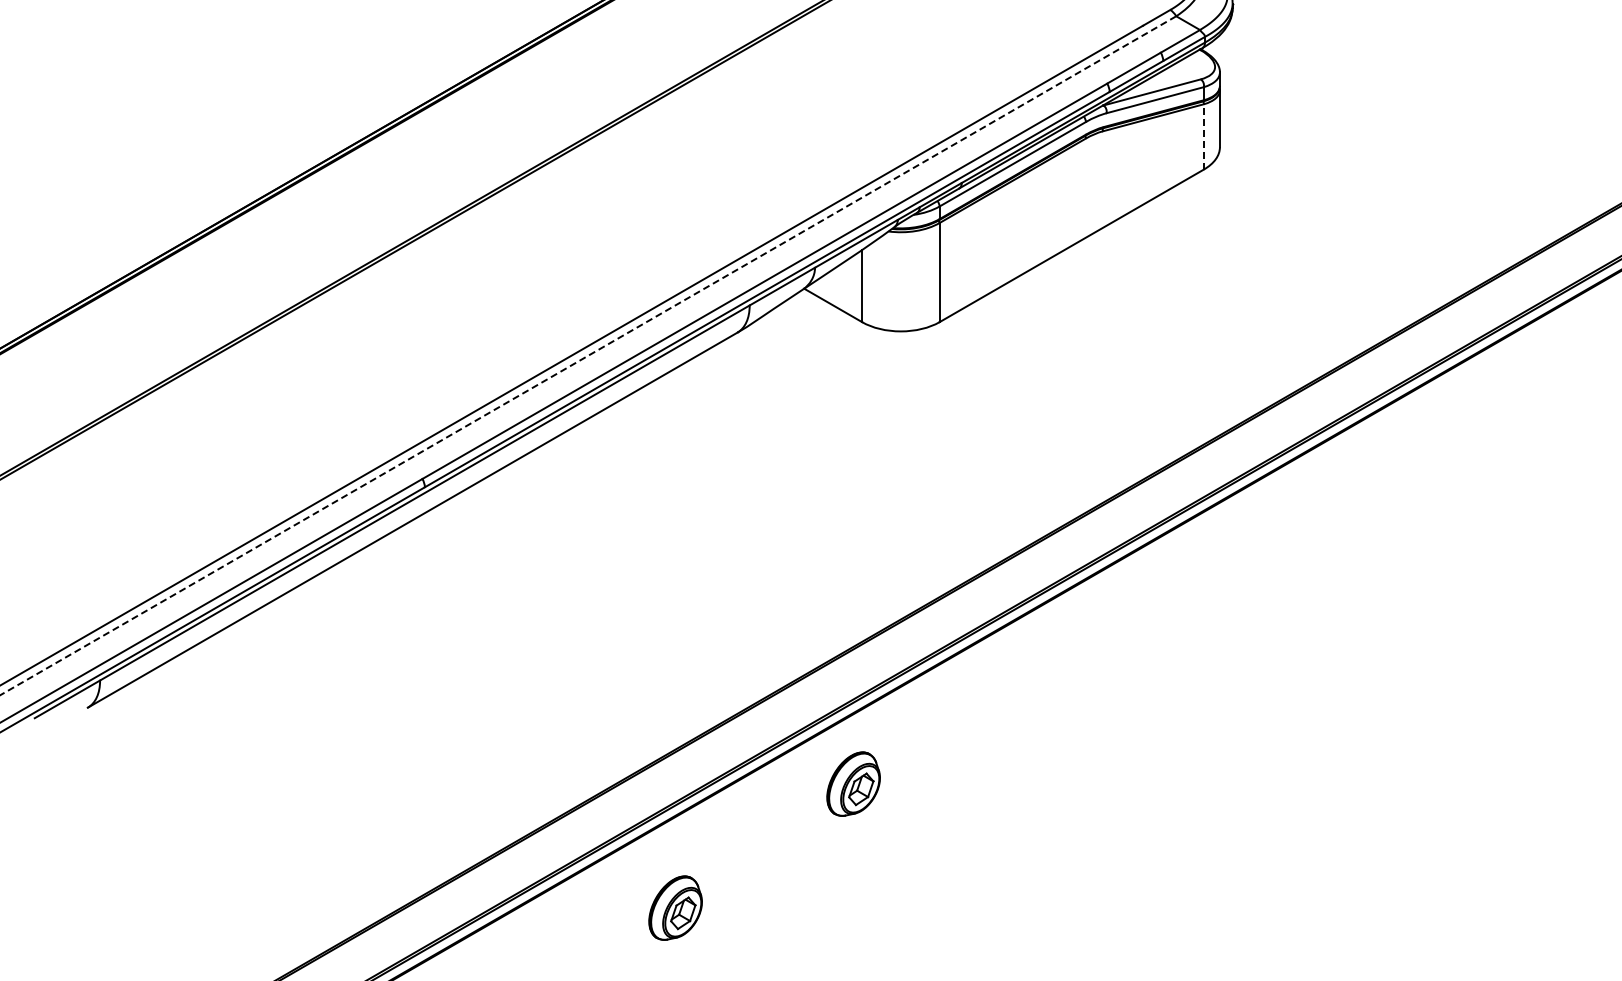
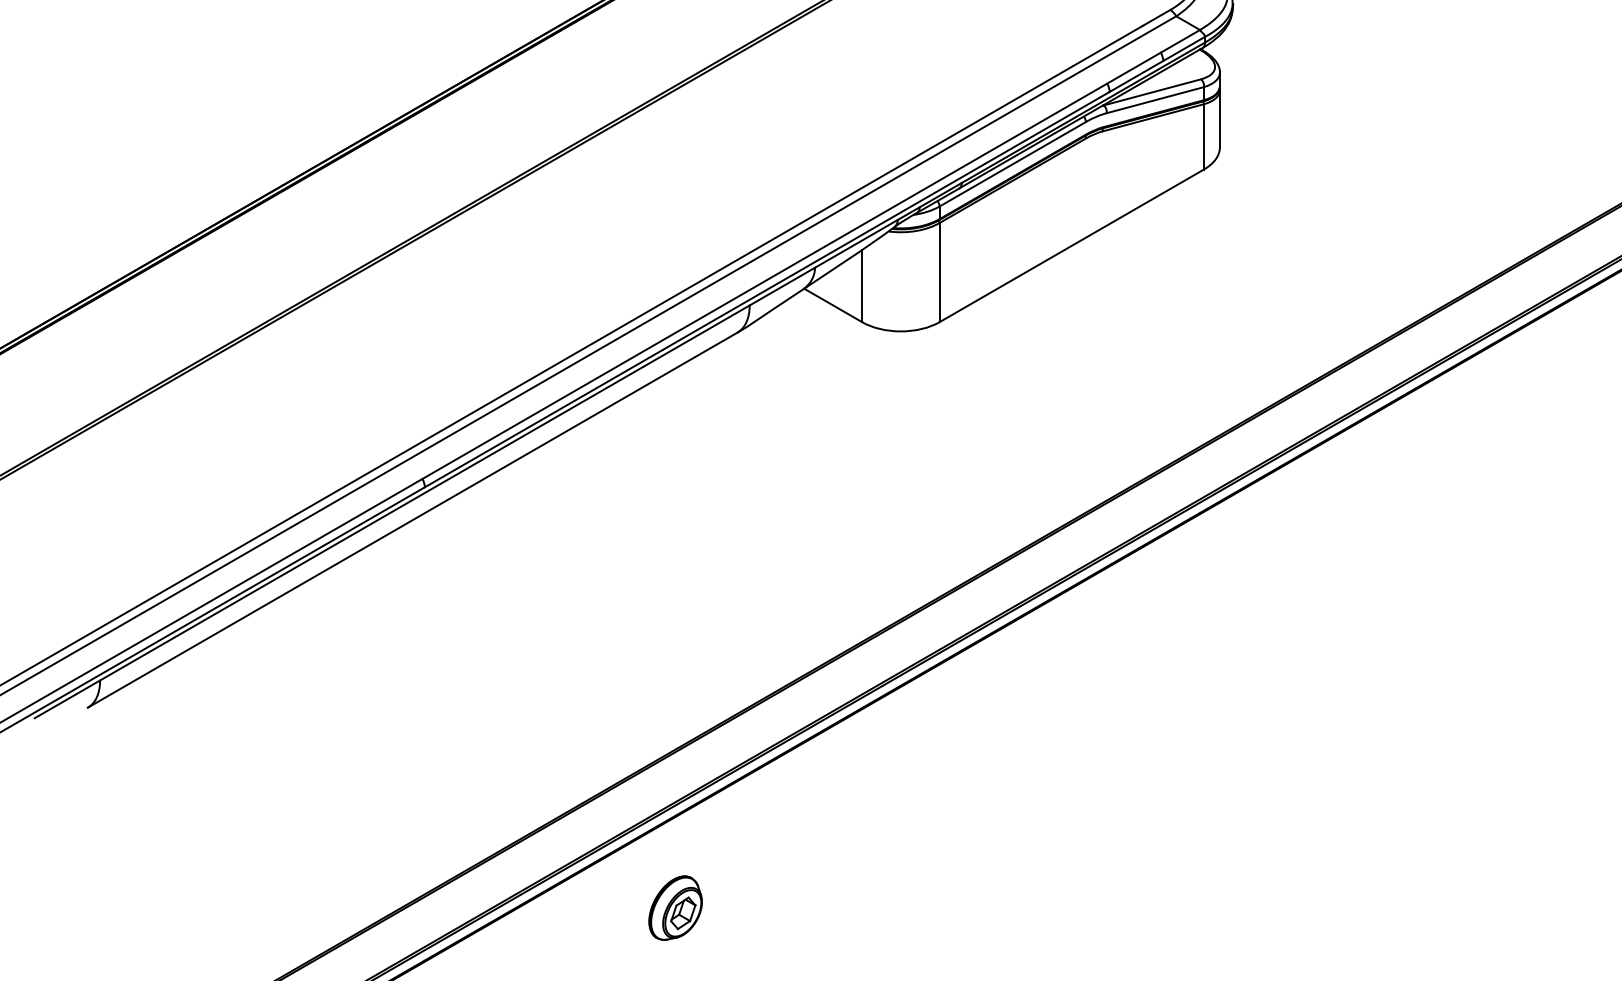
line at (1203, 136): dashed -> solid
line at (588, 355): dashed -> solid
part at (853, 783): present -> none
